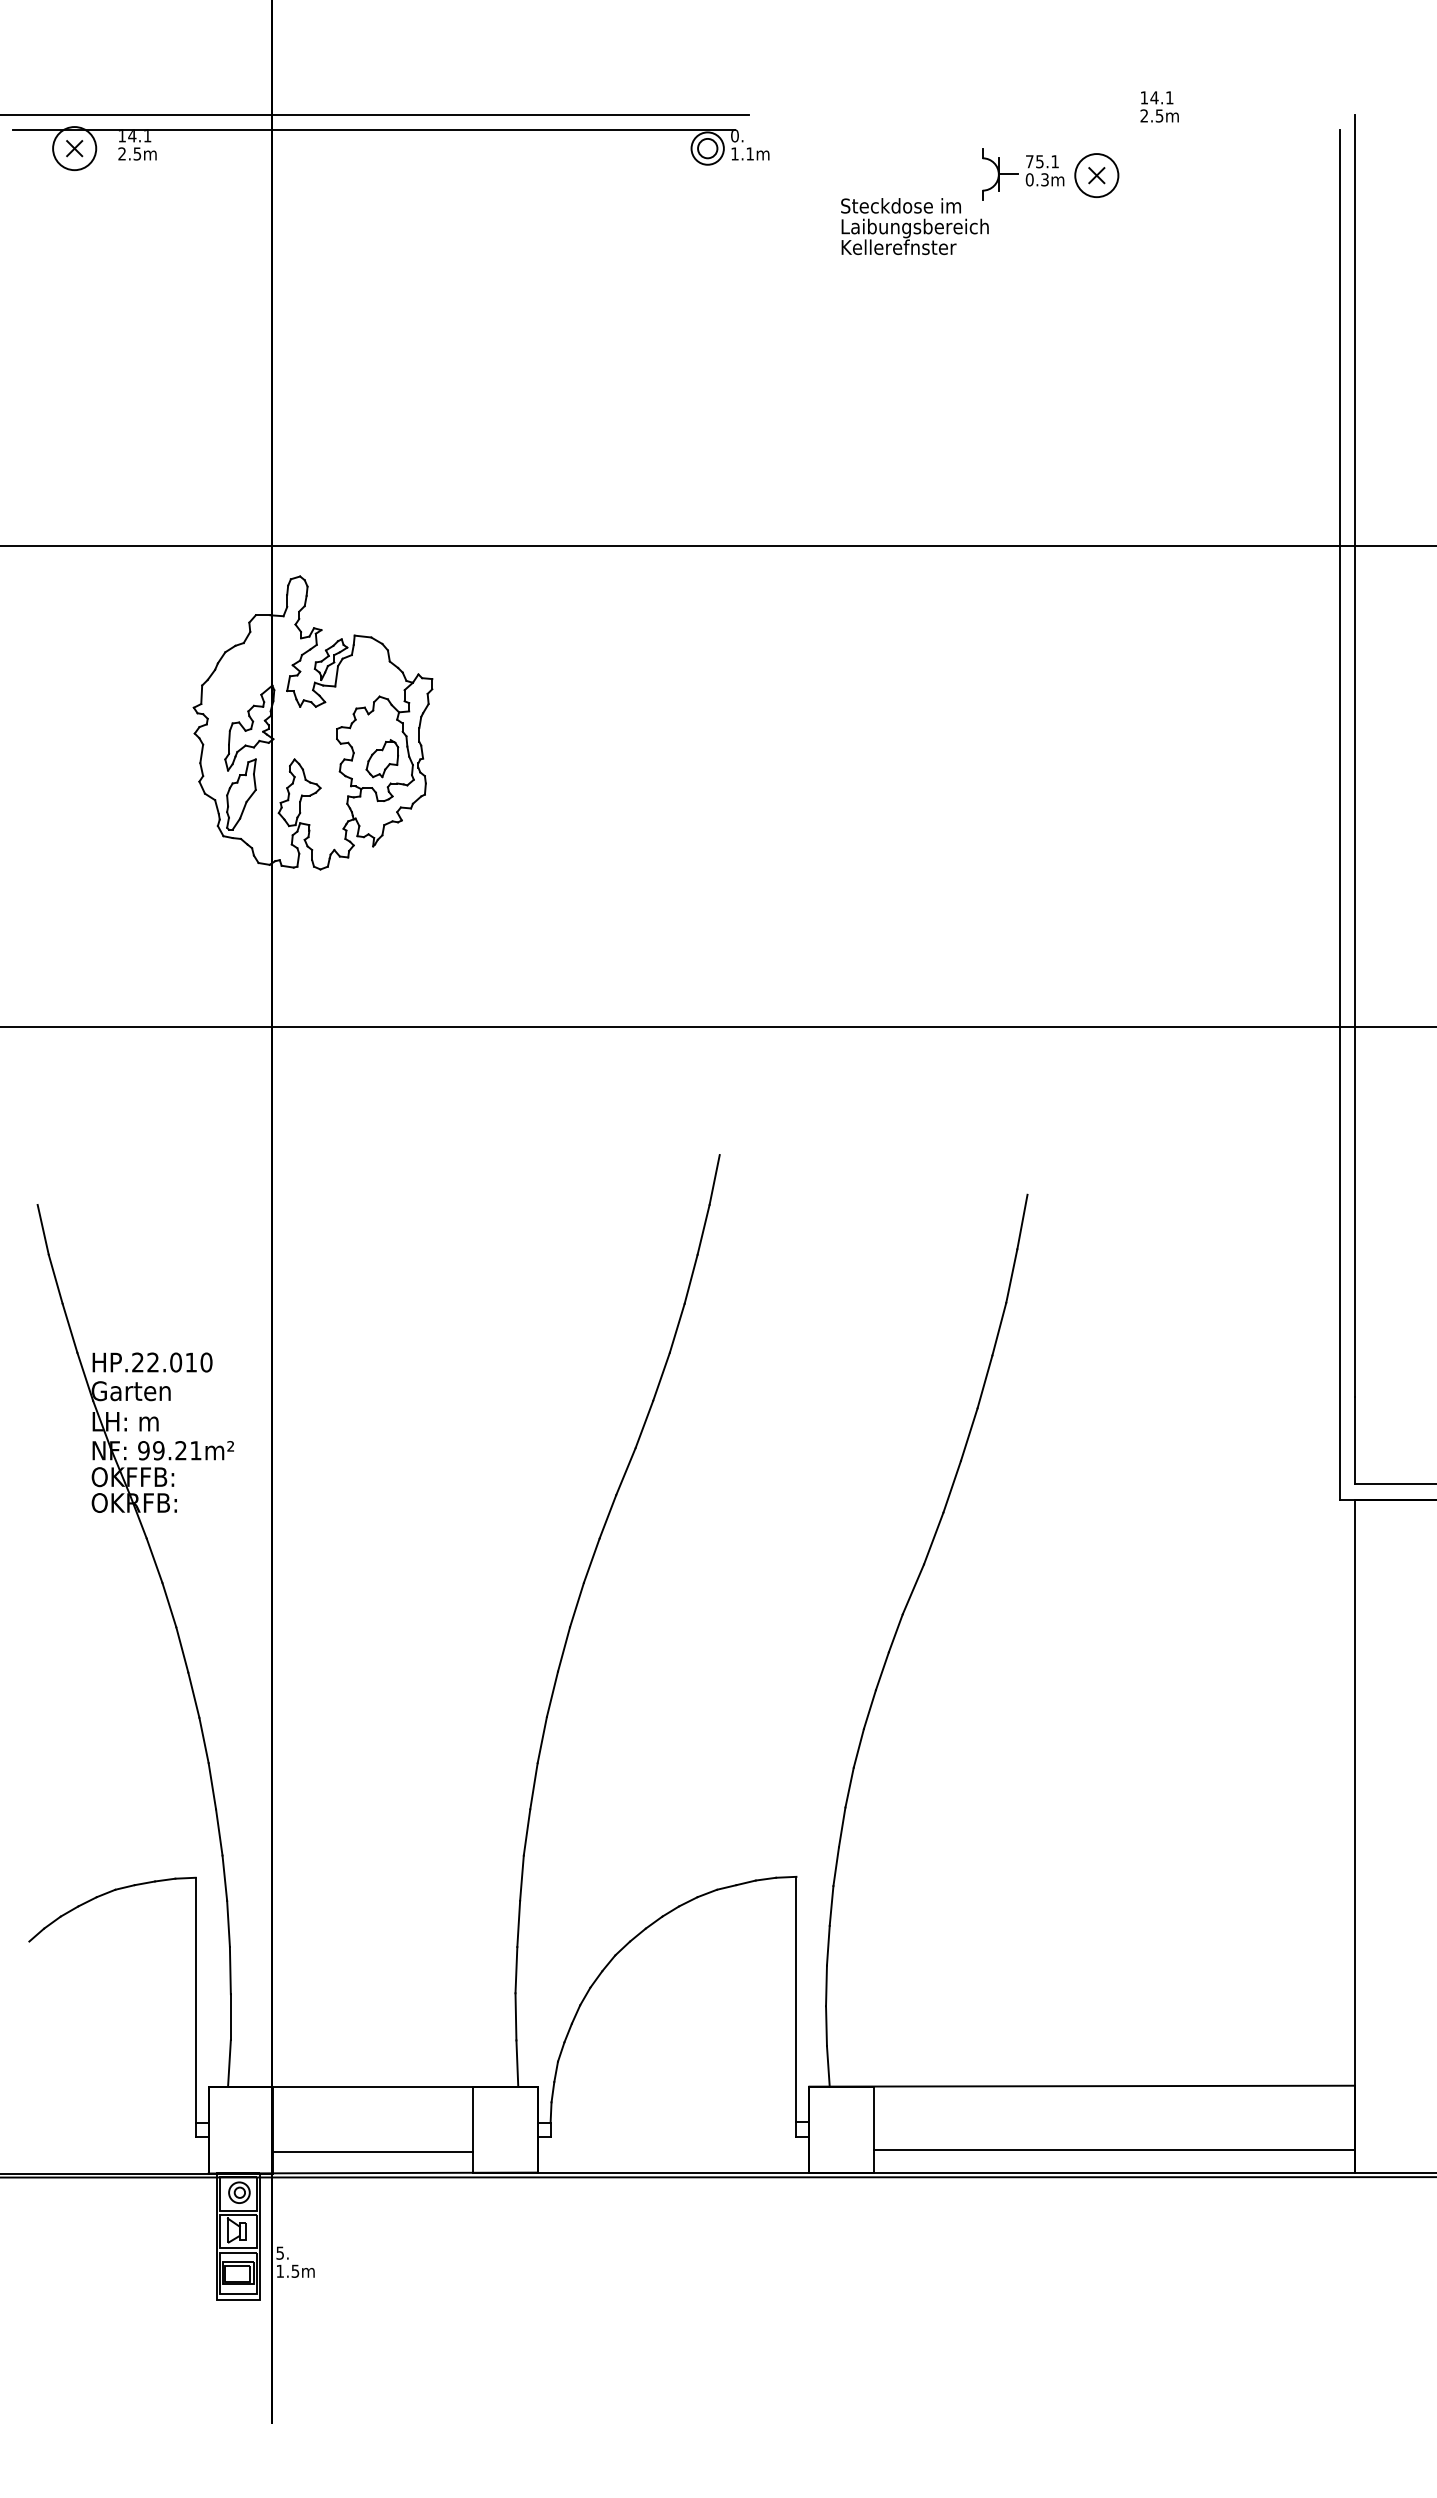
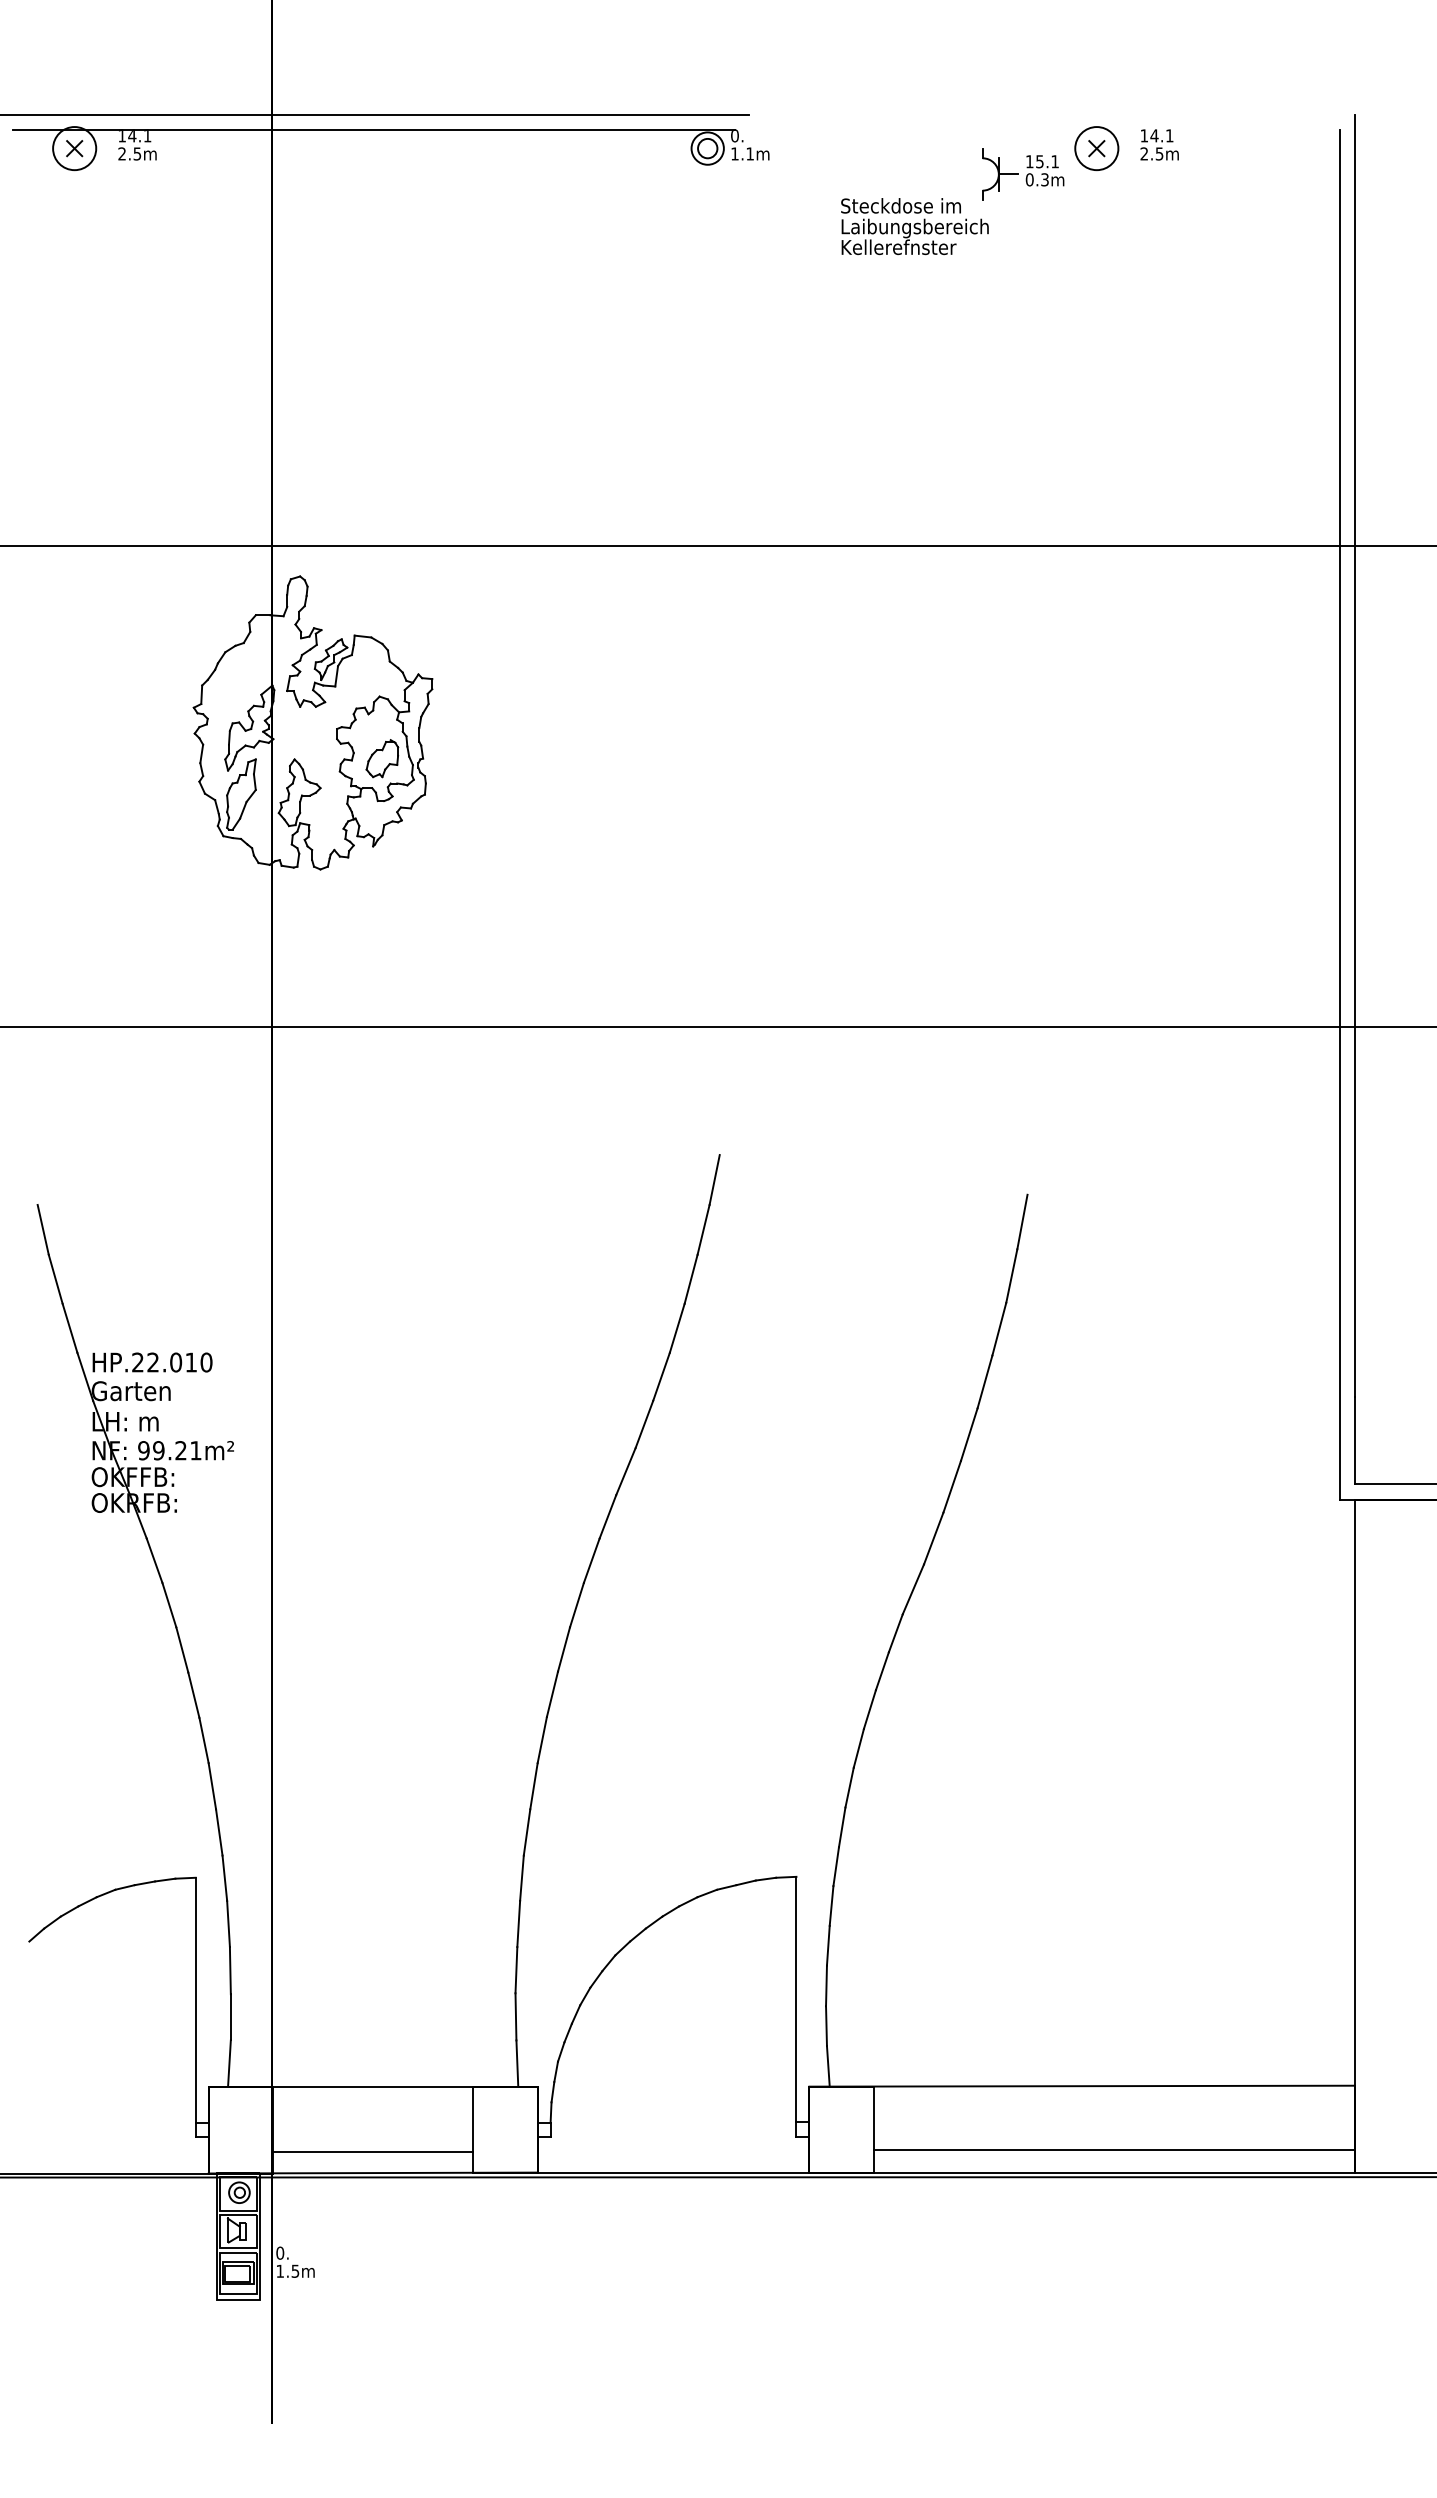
text at (1159, 106) position: (1159, 106) -> (1159, 144)
text at (1029, 161): 75.1 -> 15.1
part at (1096, 175) position: (1096, 175) -> (1096, 148)
text at (280, 2252): 5. -> 0.
